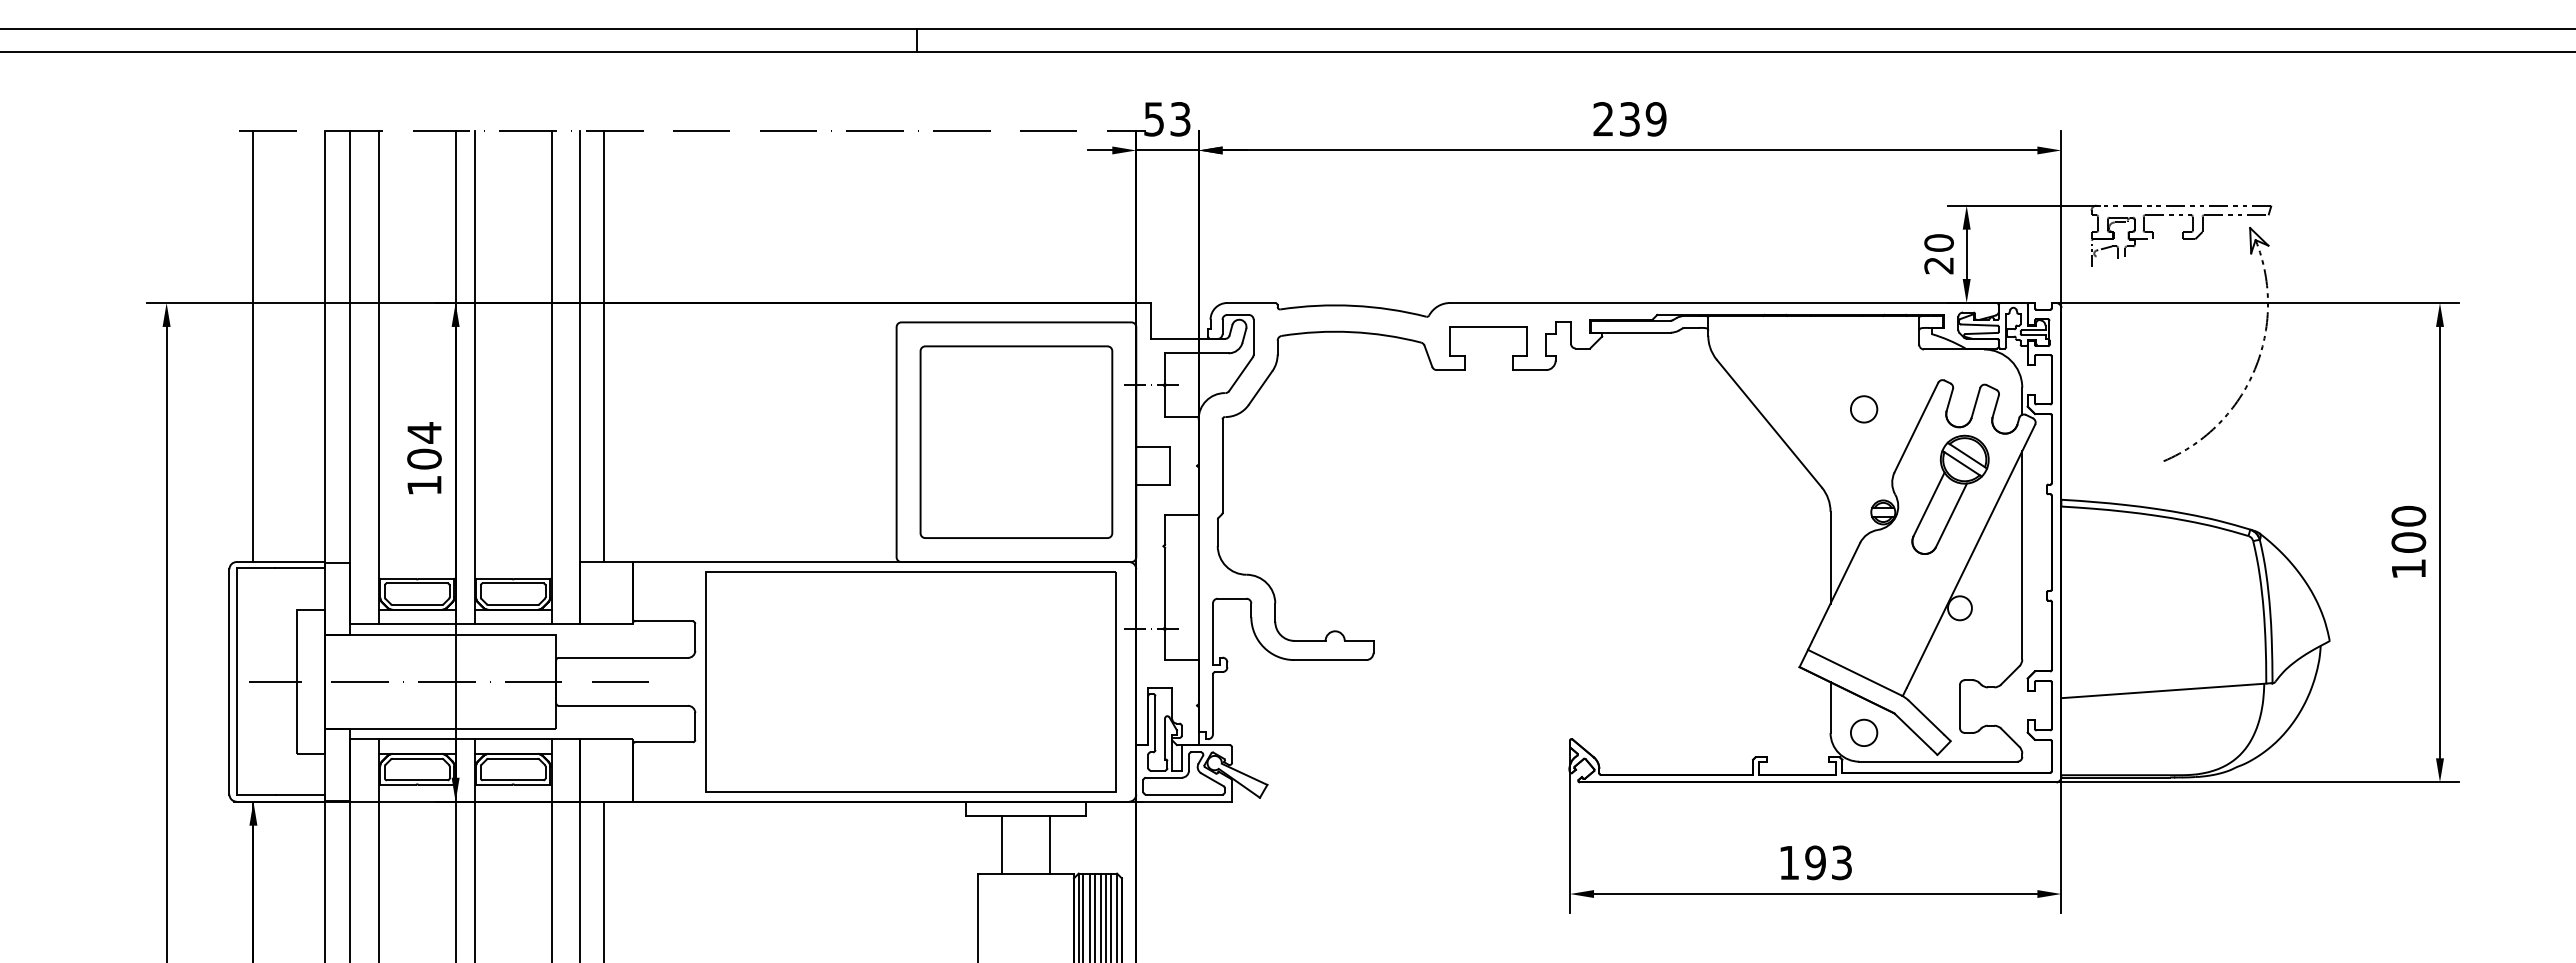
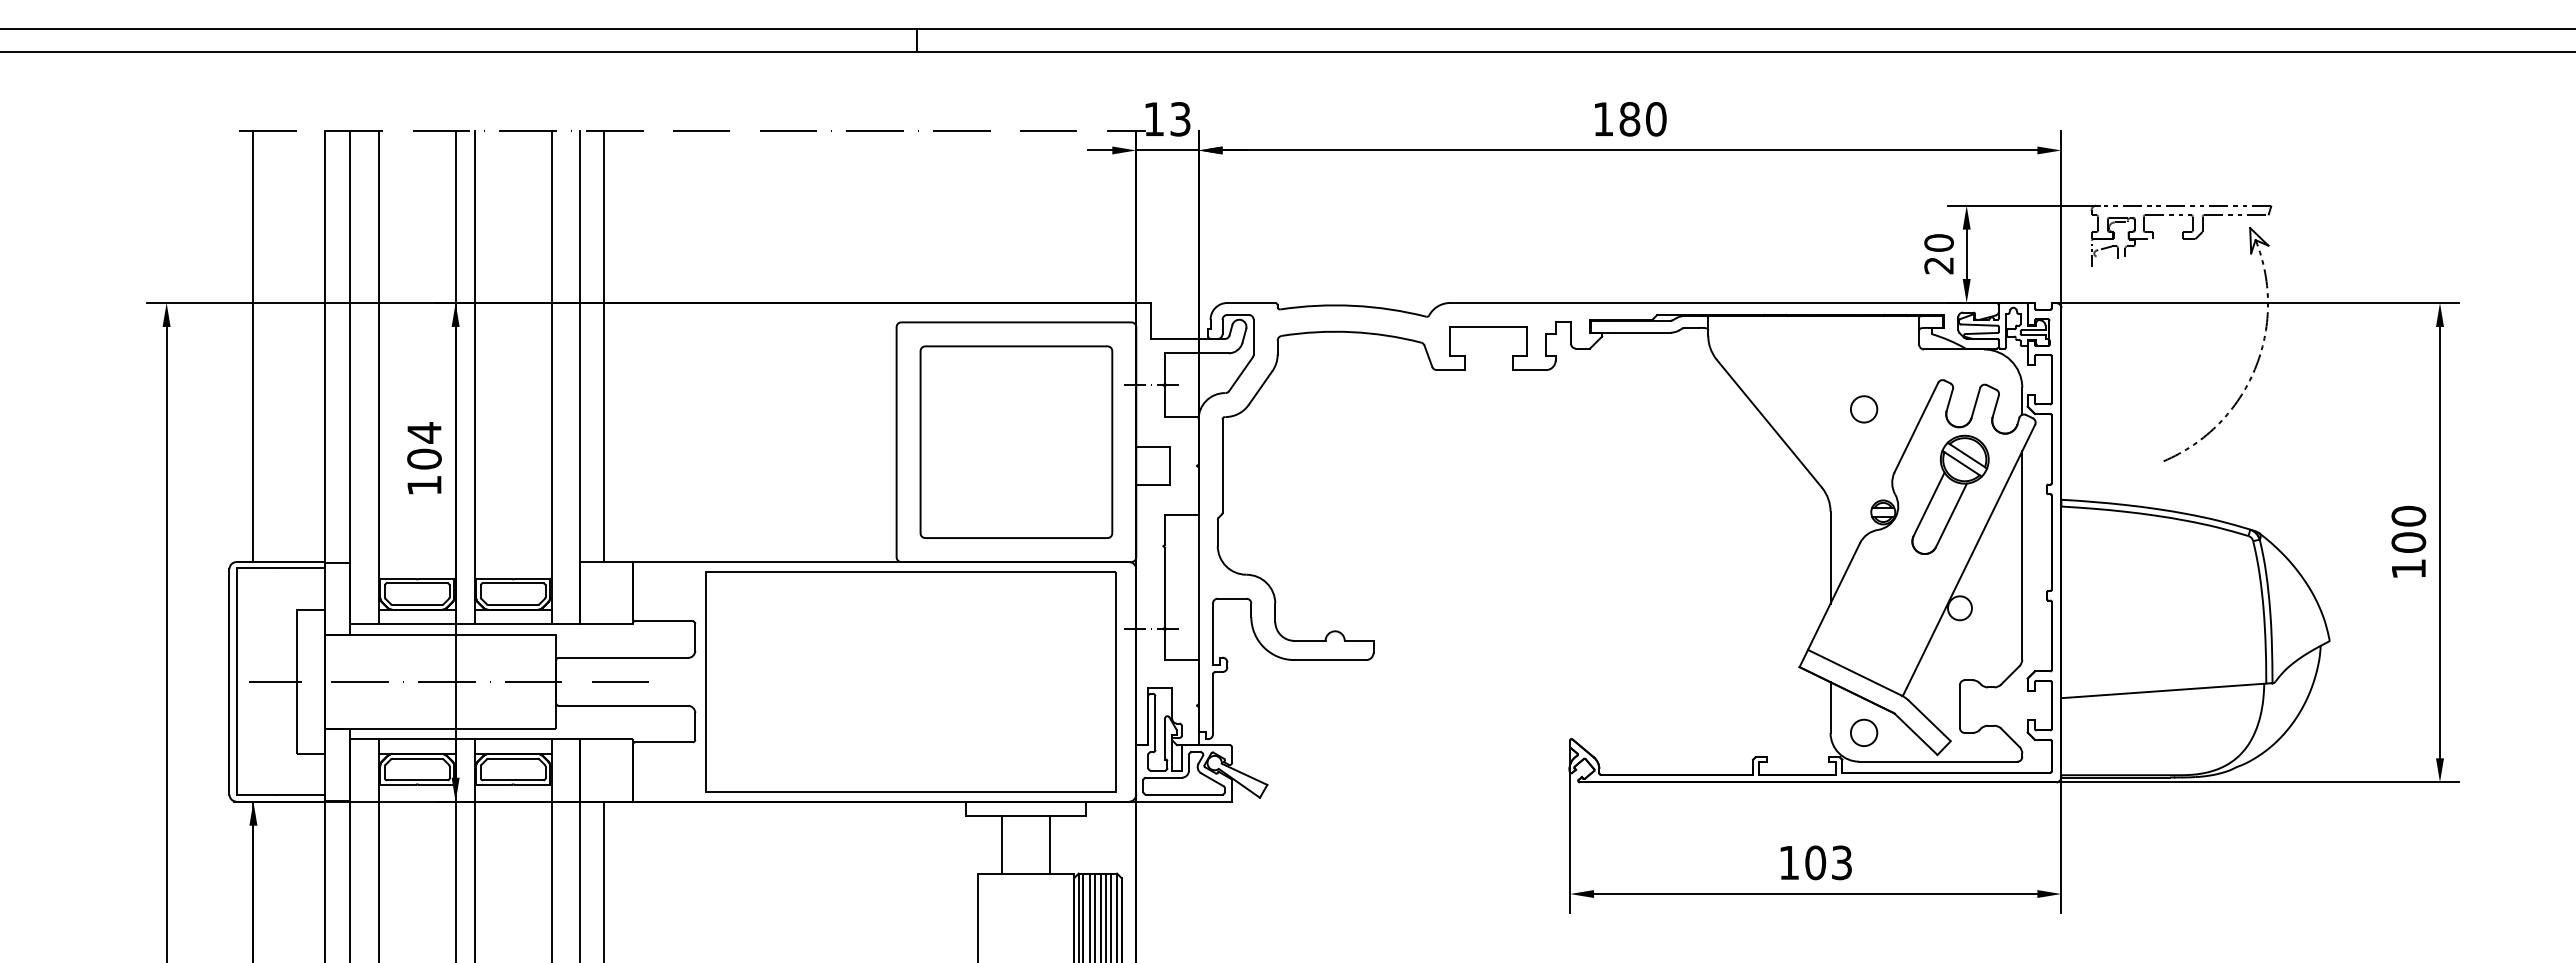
text at (1153, 119): 53 -> 13
text at (1629, 119): 239 -> 180
text at (1815, 862): 193 -> 103
